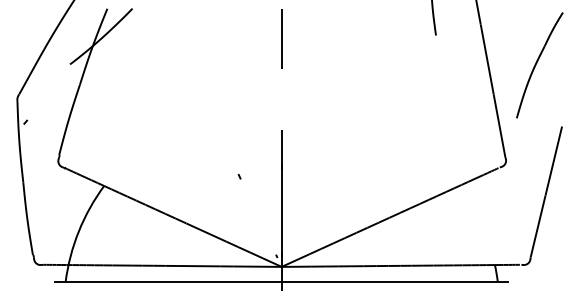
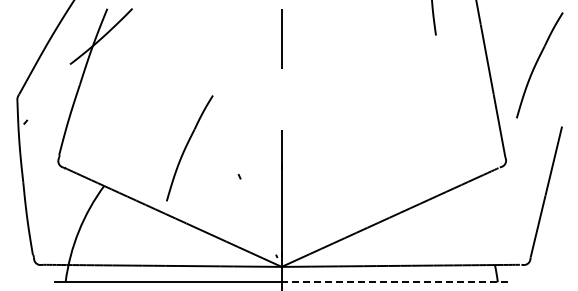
part at (189, 148): none -> present
line at (394, 282): solid -> dashed
